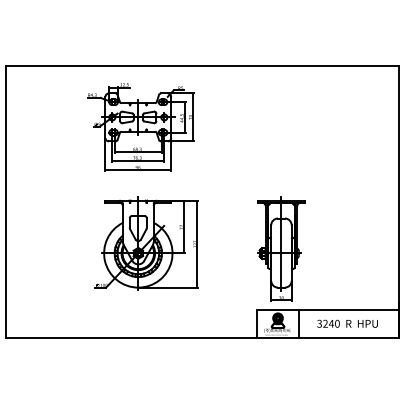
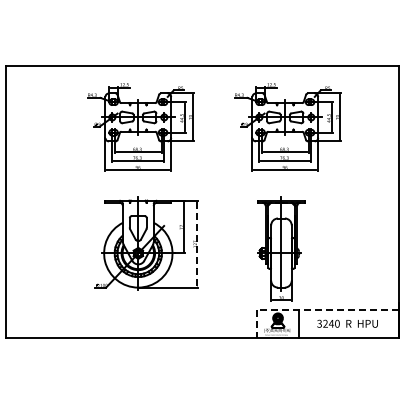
part at (287, 127): none -> present
line at (197, 244): solid -> dashed
line at (312, 309): solid -> dashed
